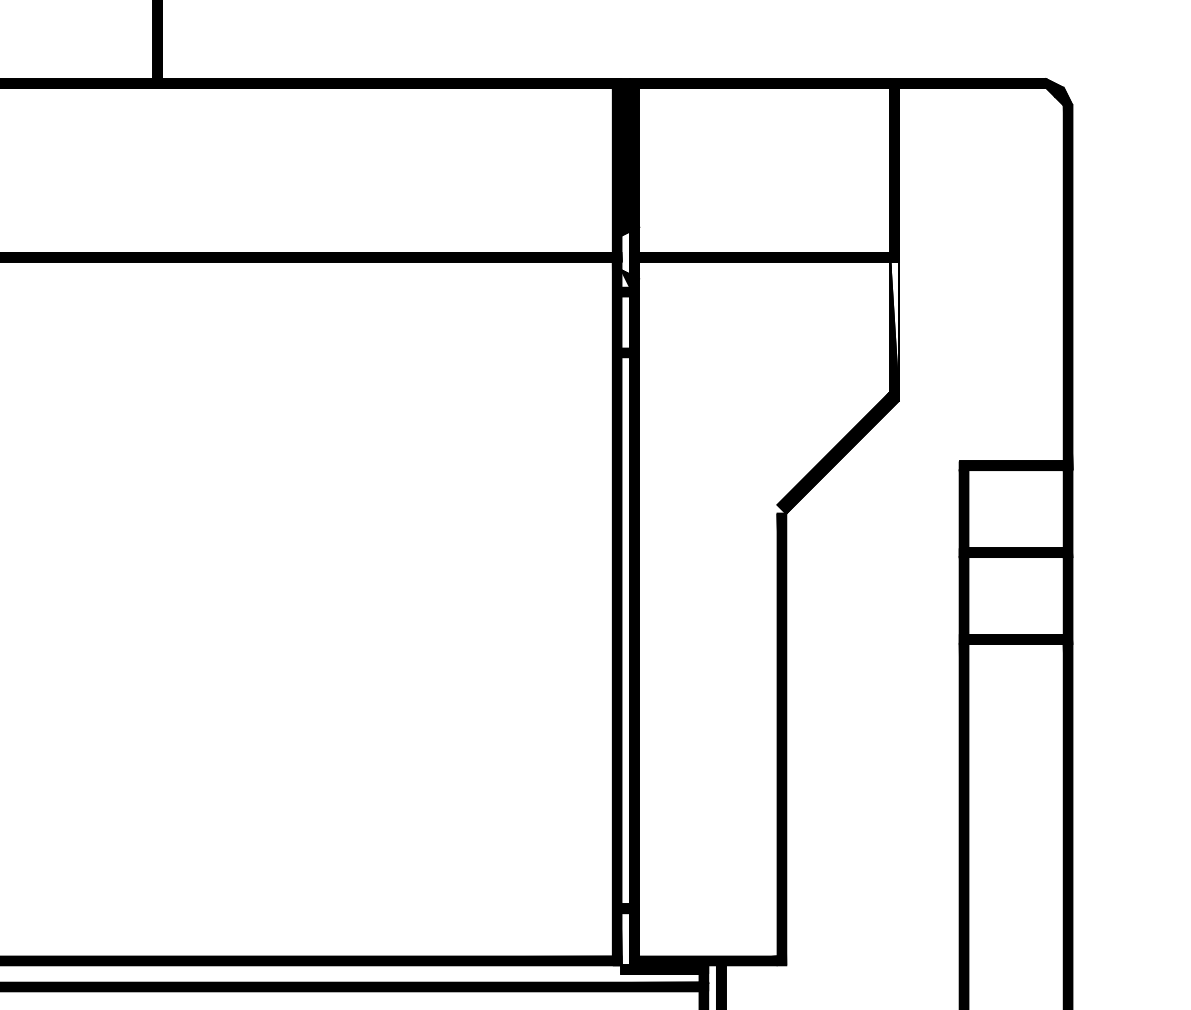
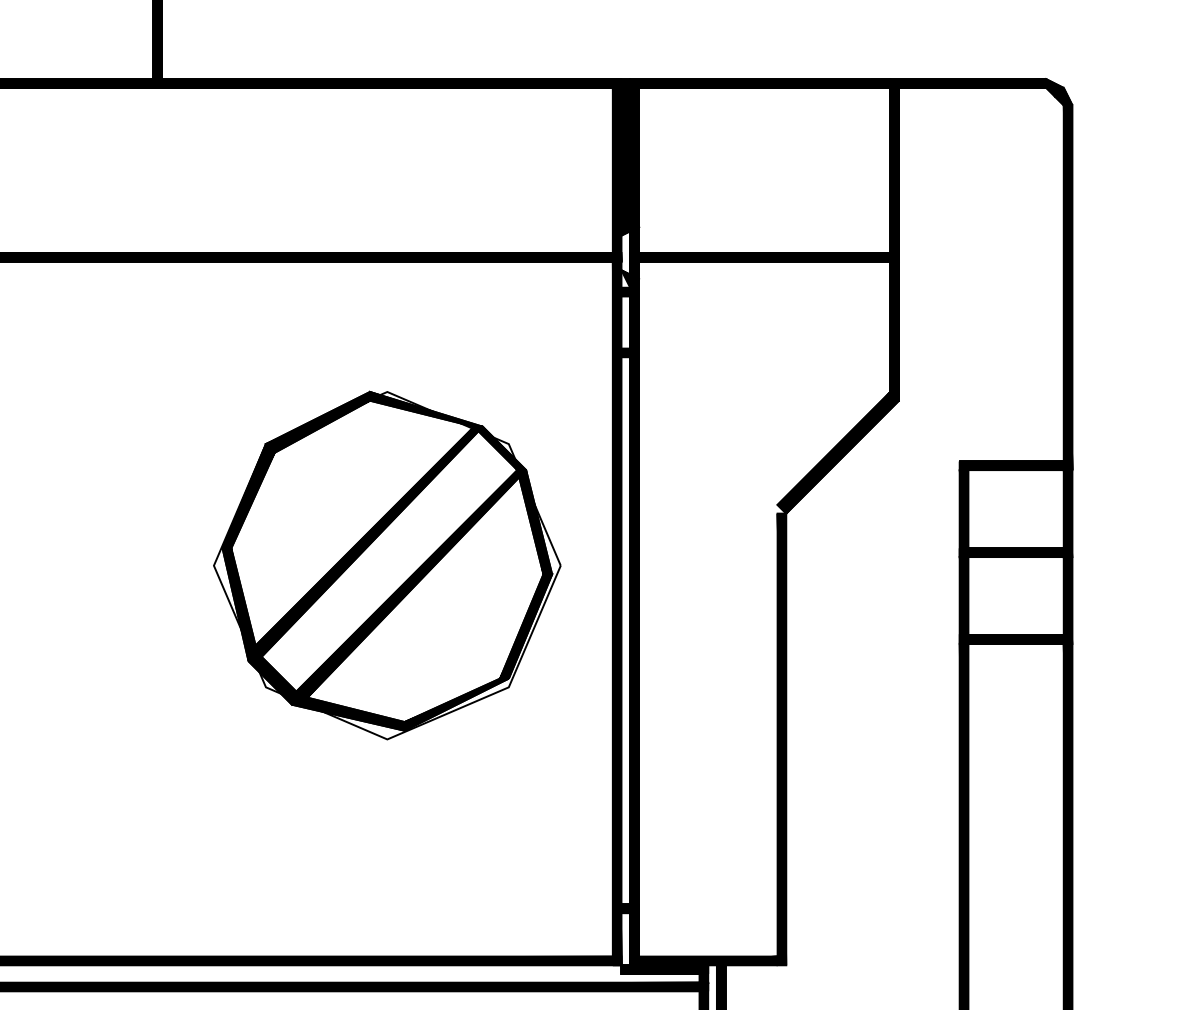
fill at (894, 330): none -> present
part at (387, 565): none -> present
